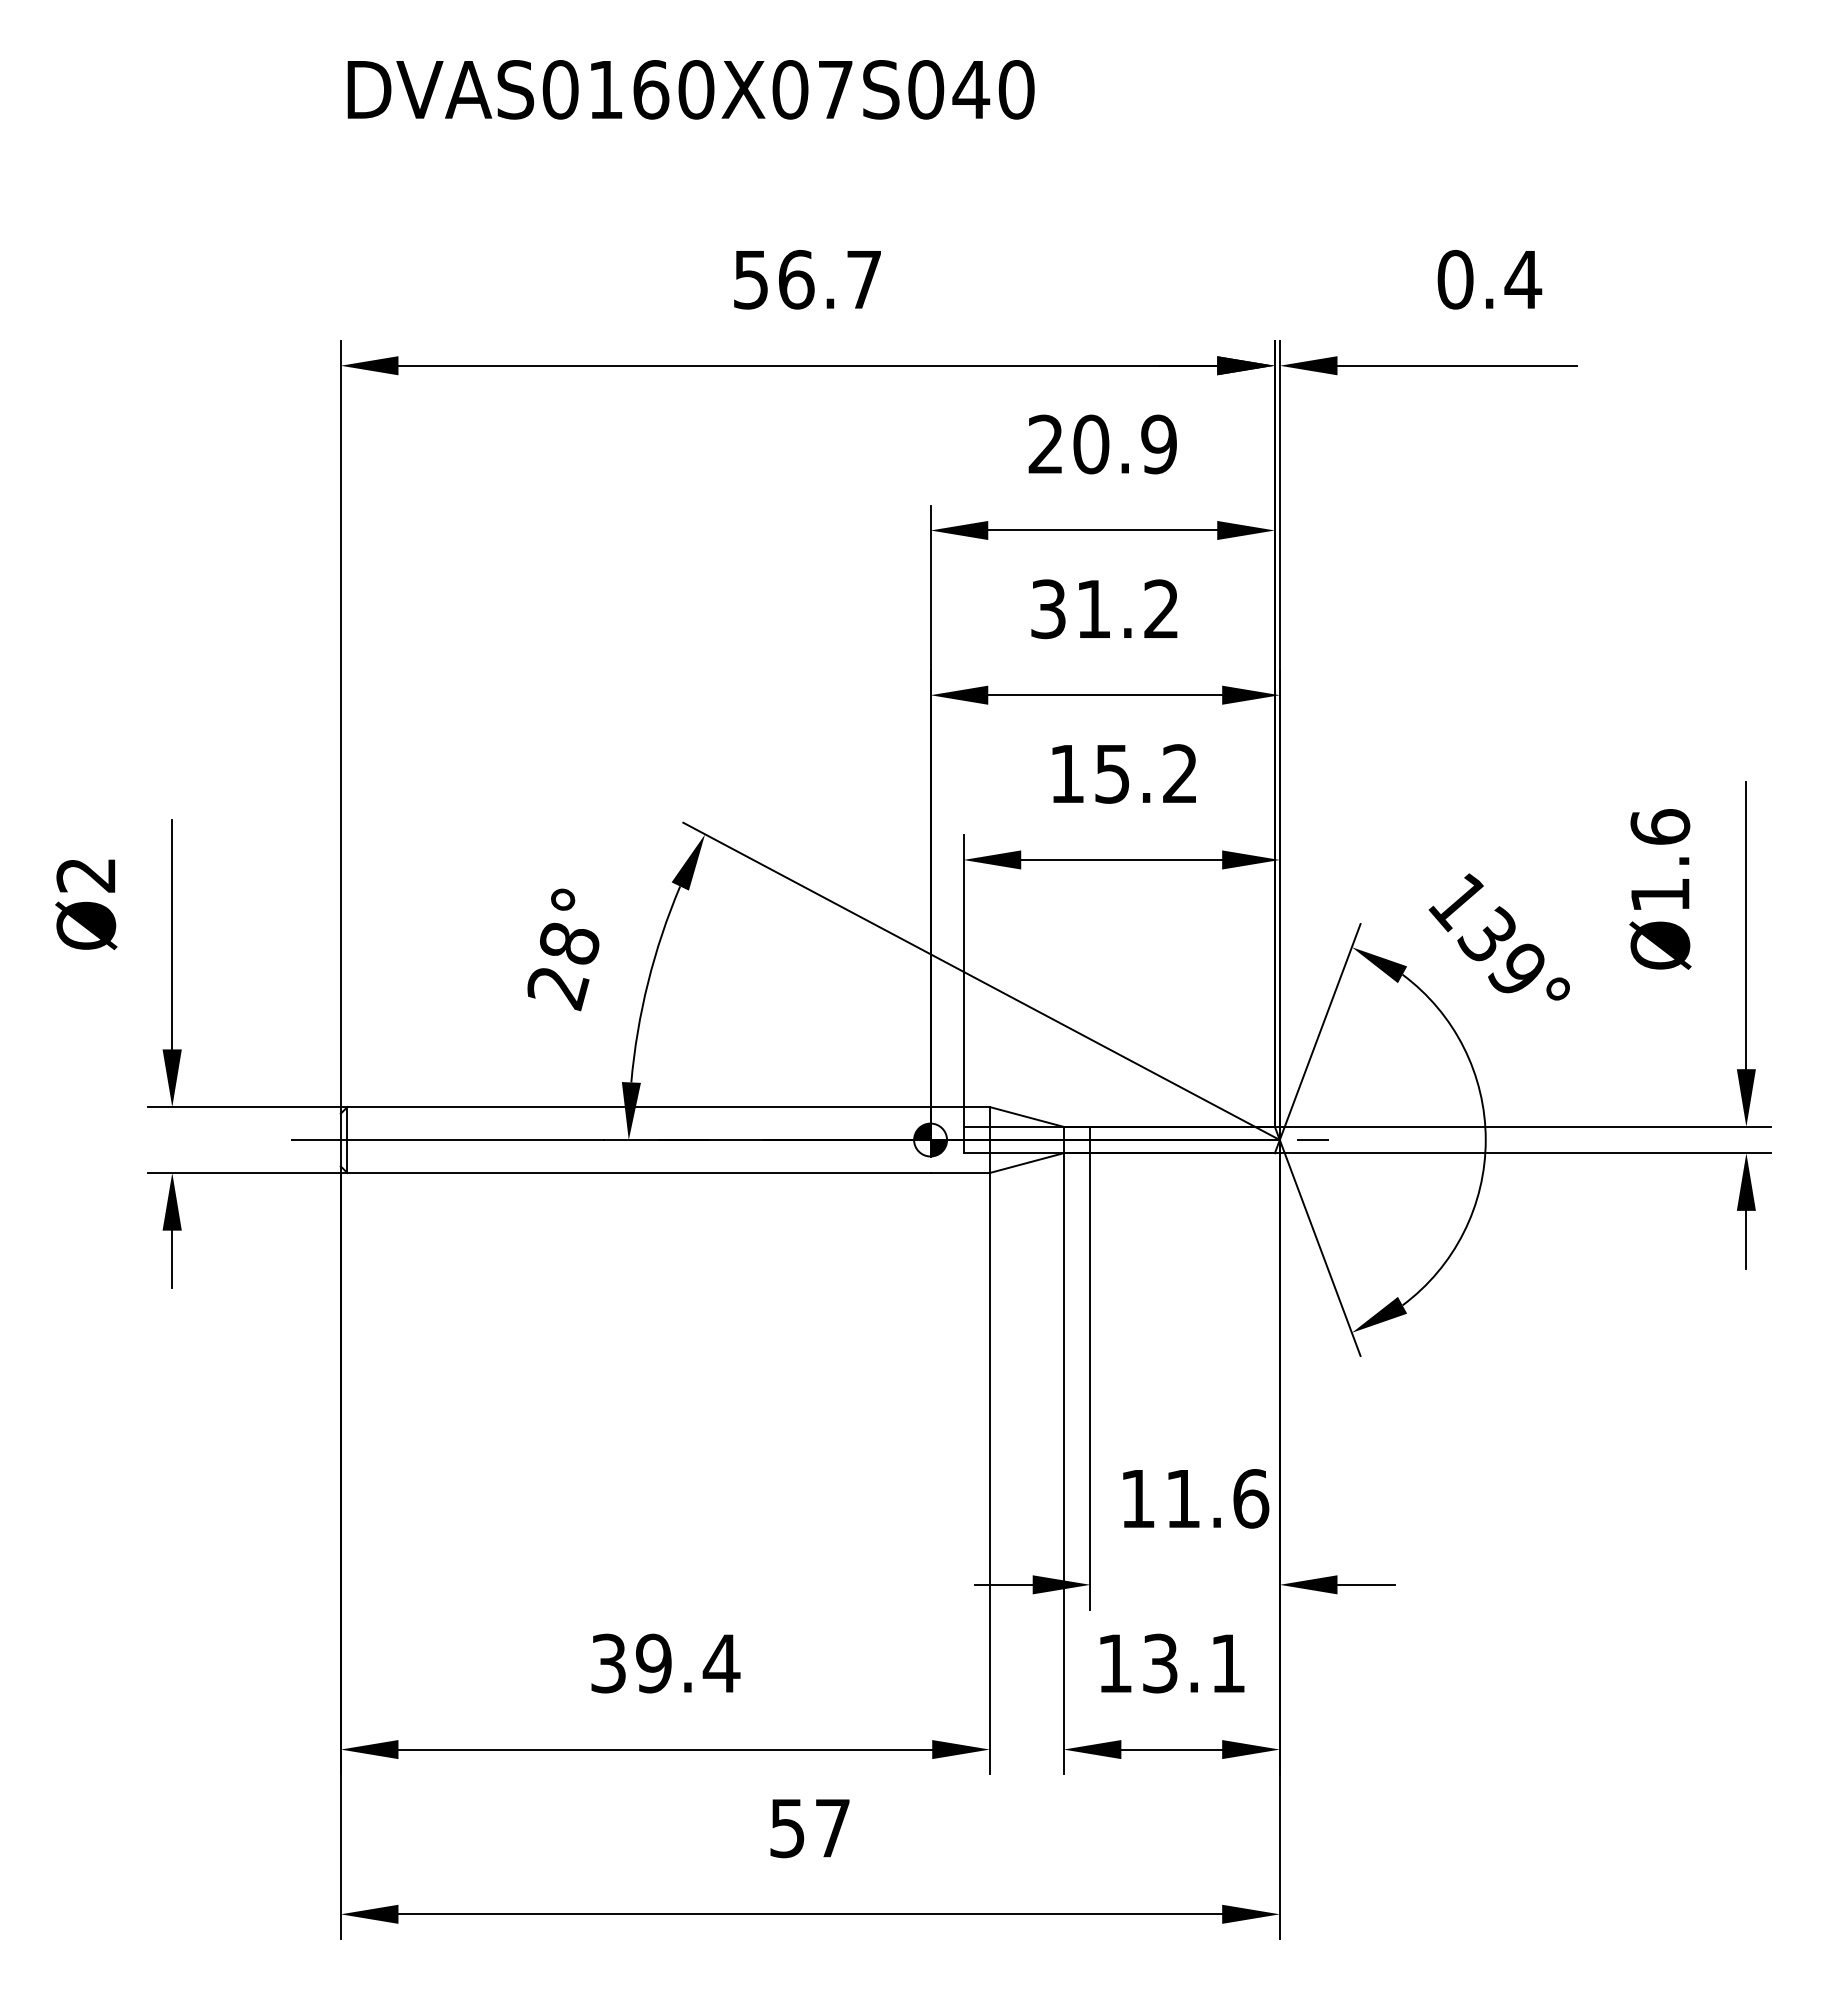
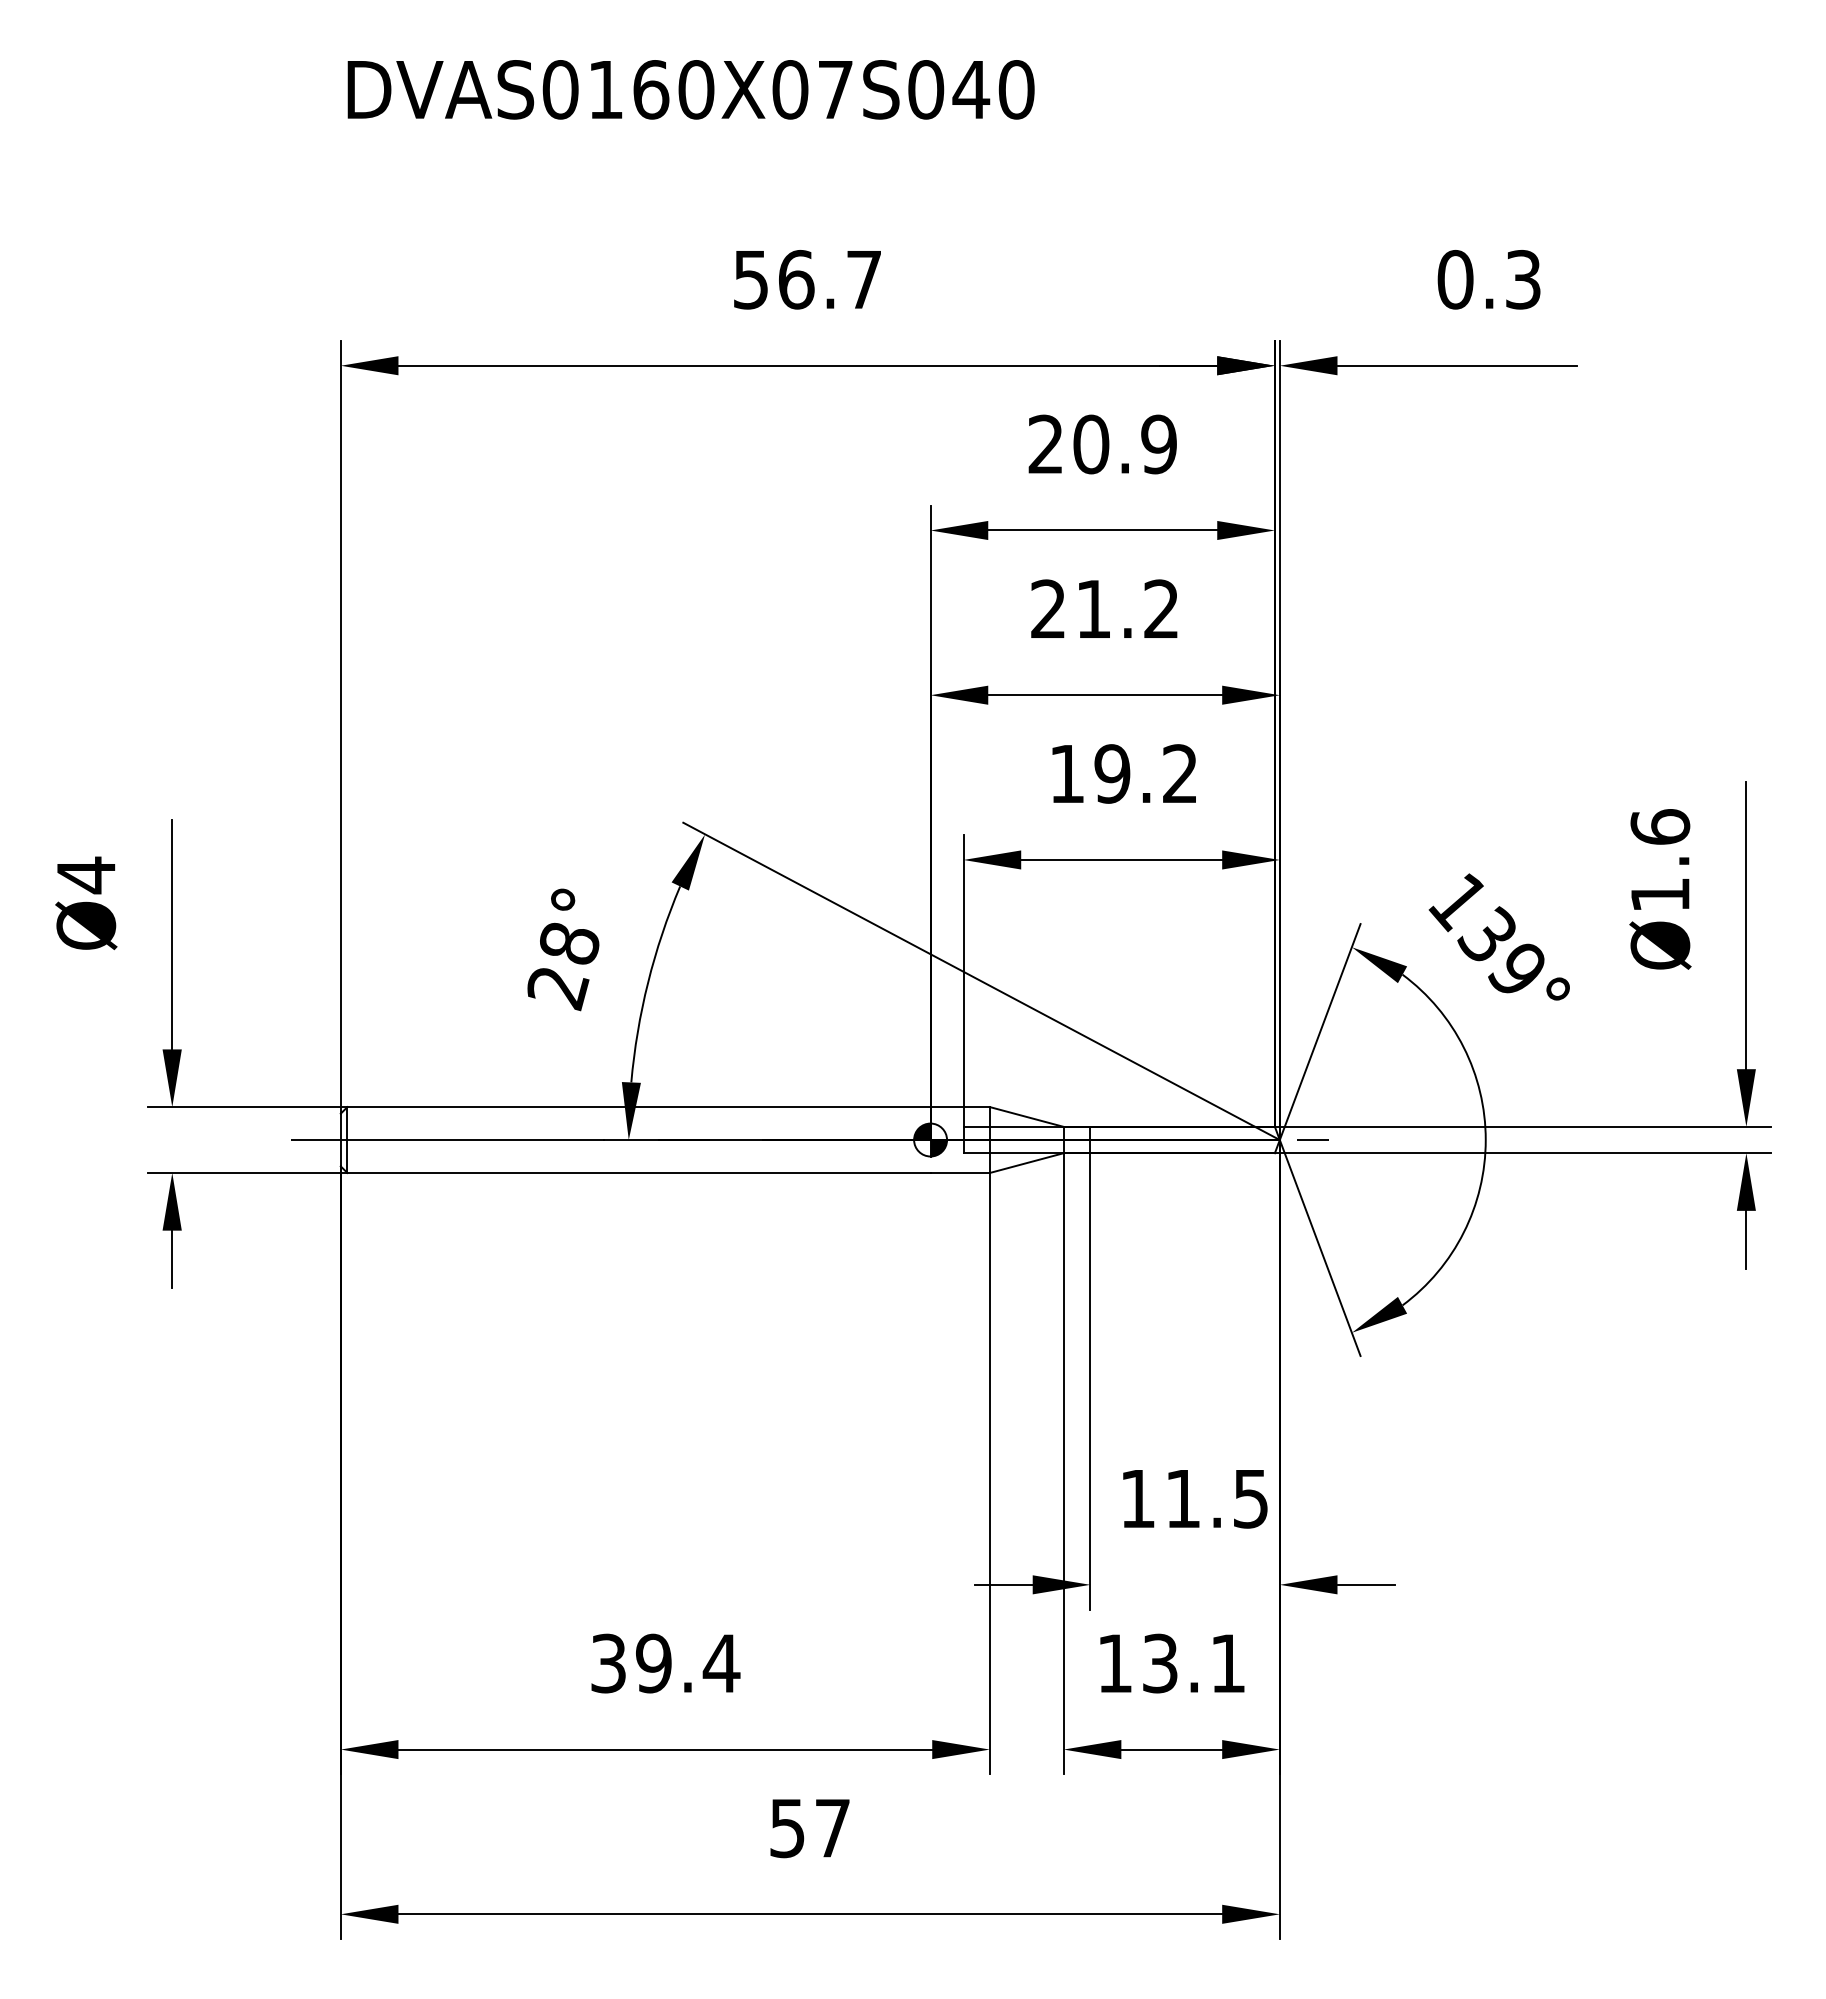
text at (1523, 279): 0.4 -> 0.3
text at (1048, 609): 31.2 -> 21.2
text at (1112, 773): 15.2 -> 19.2
text at (85, 875): Ø2 -> Ø4
text at (1251, 1498): 11.6 -> 11.5
